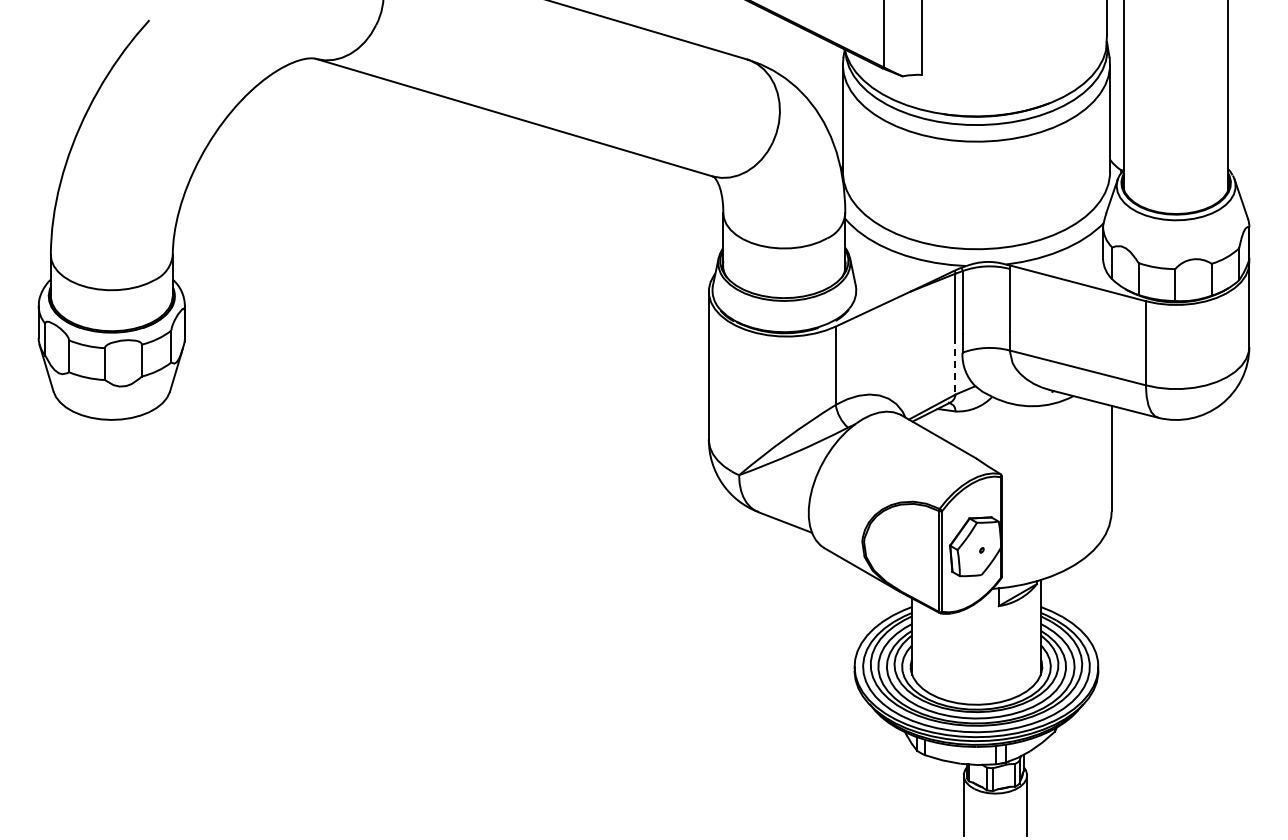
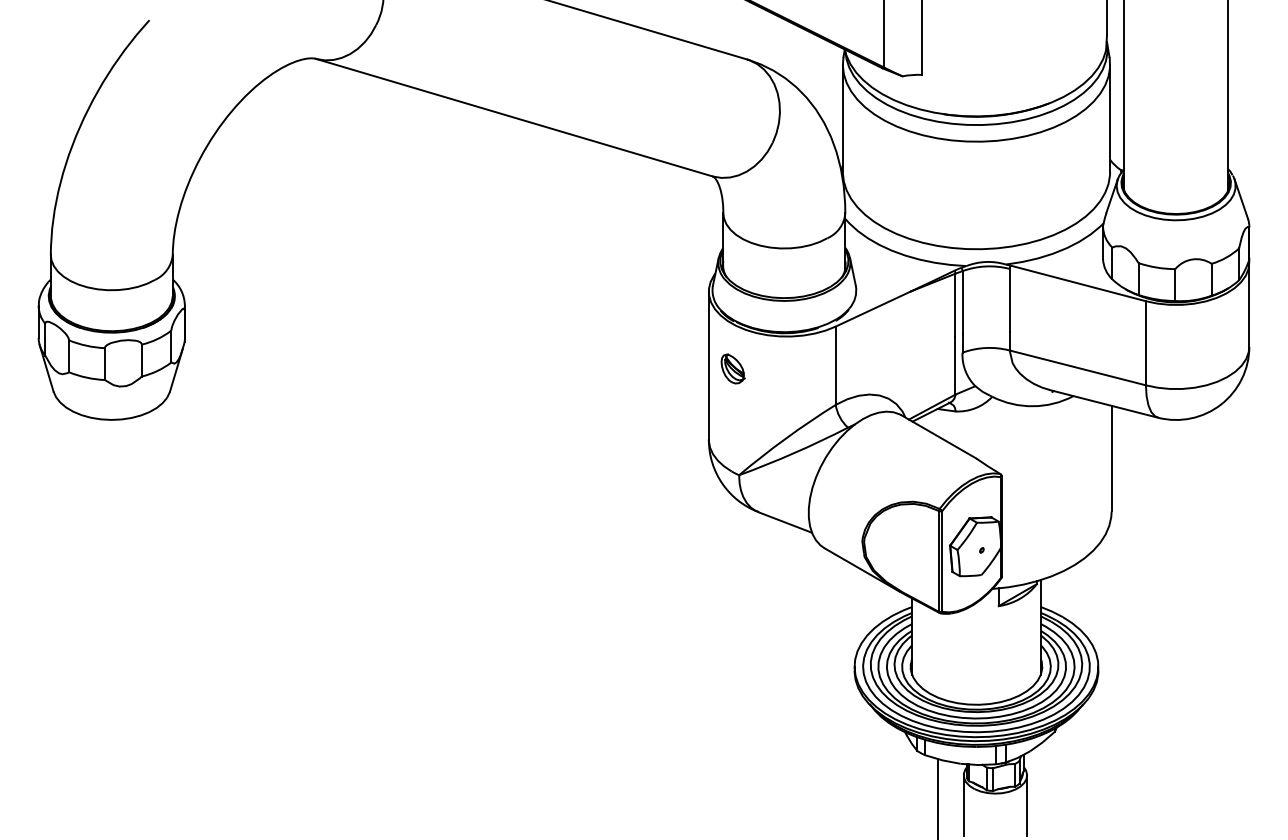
line at (955, 365): dashed -> solid
part at (732, 368): none -> present
line at (938, 797): none -> present
